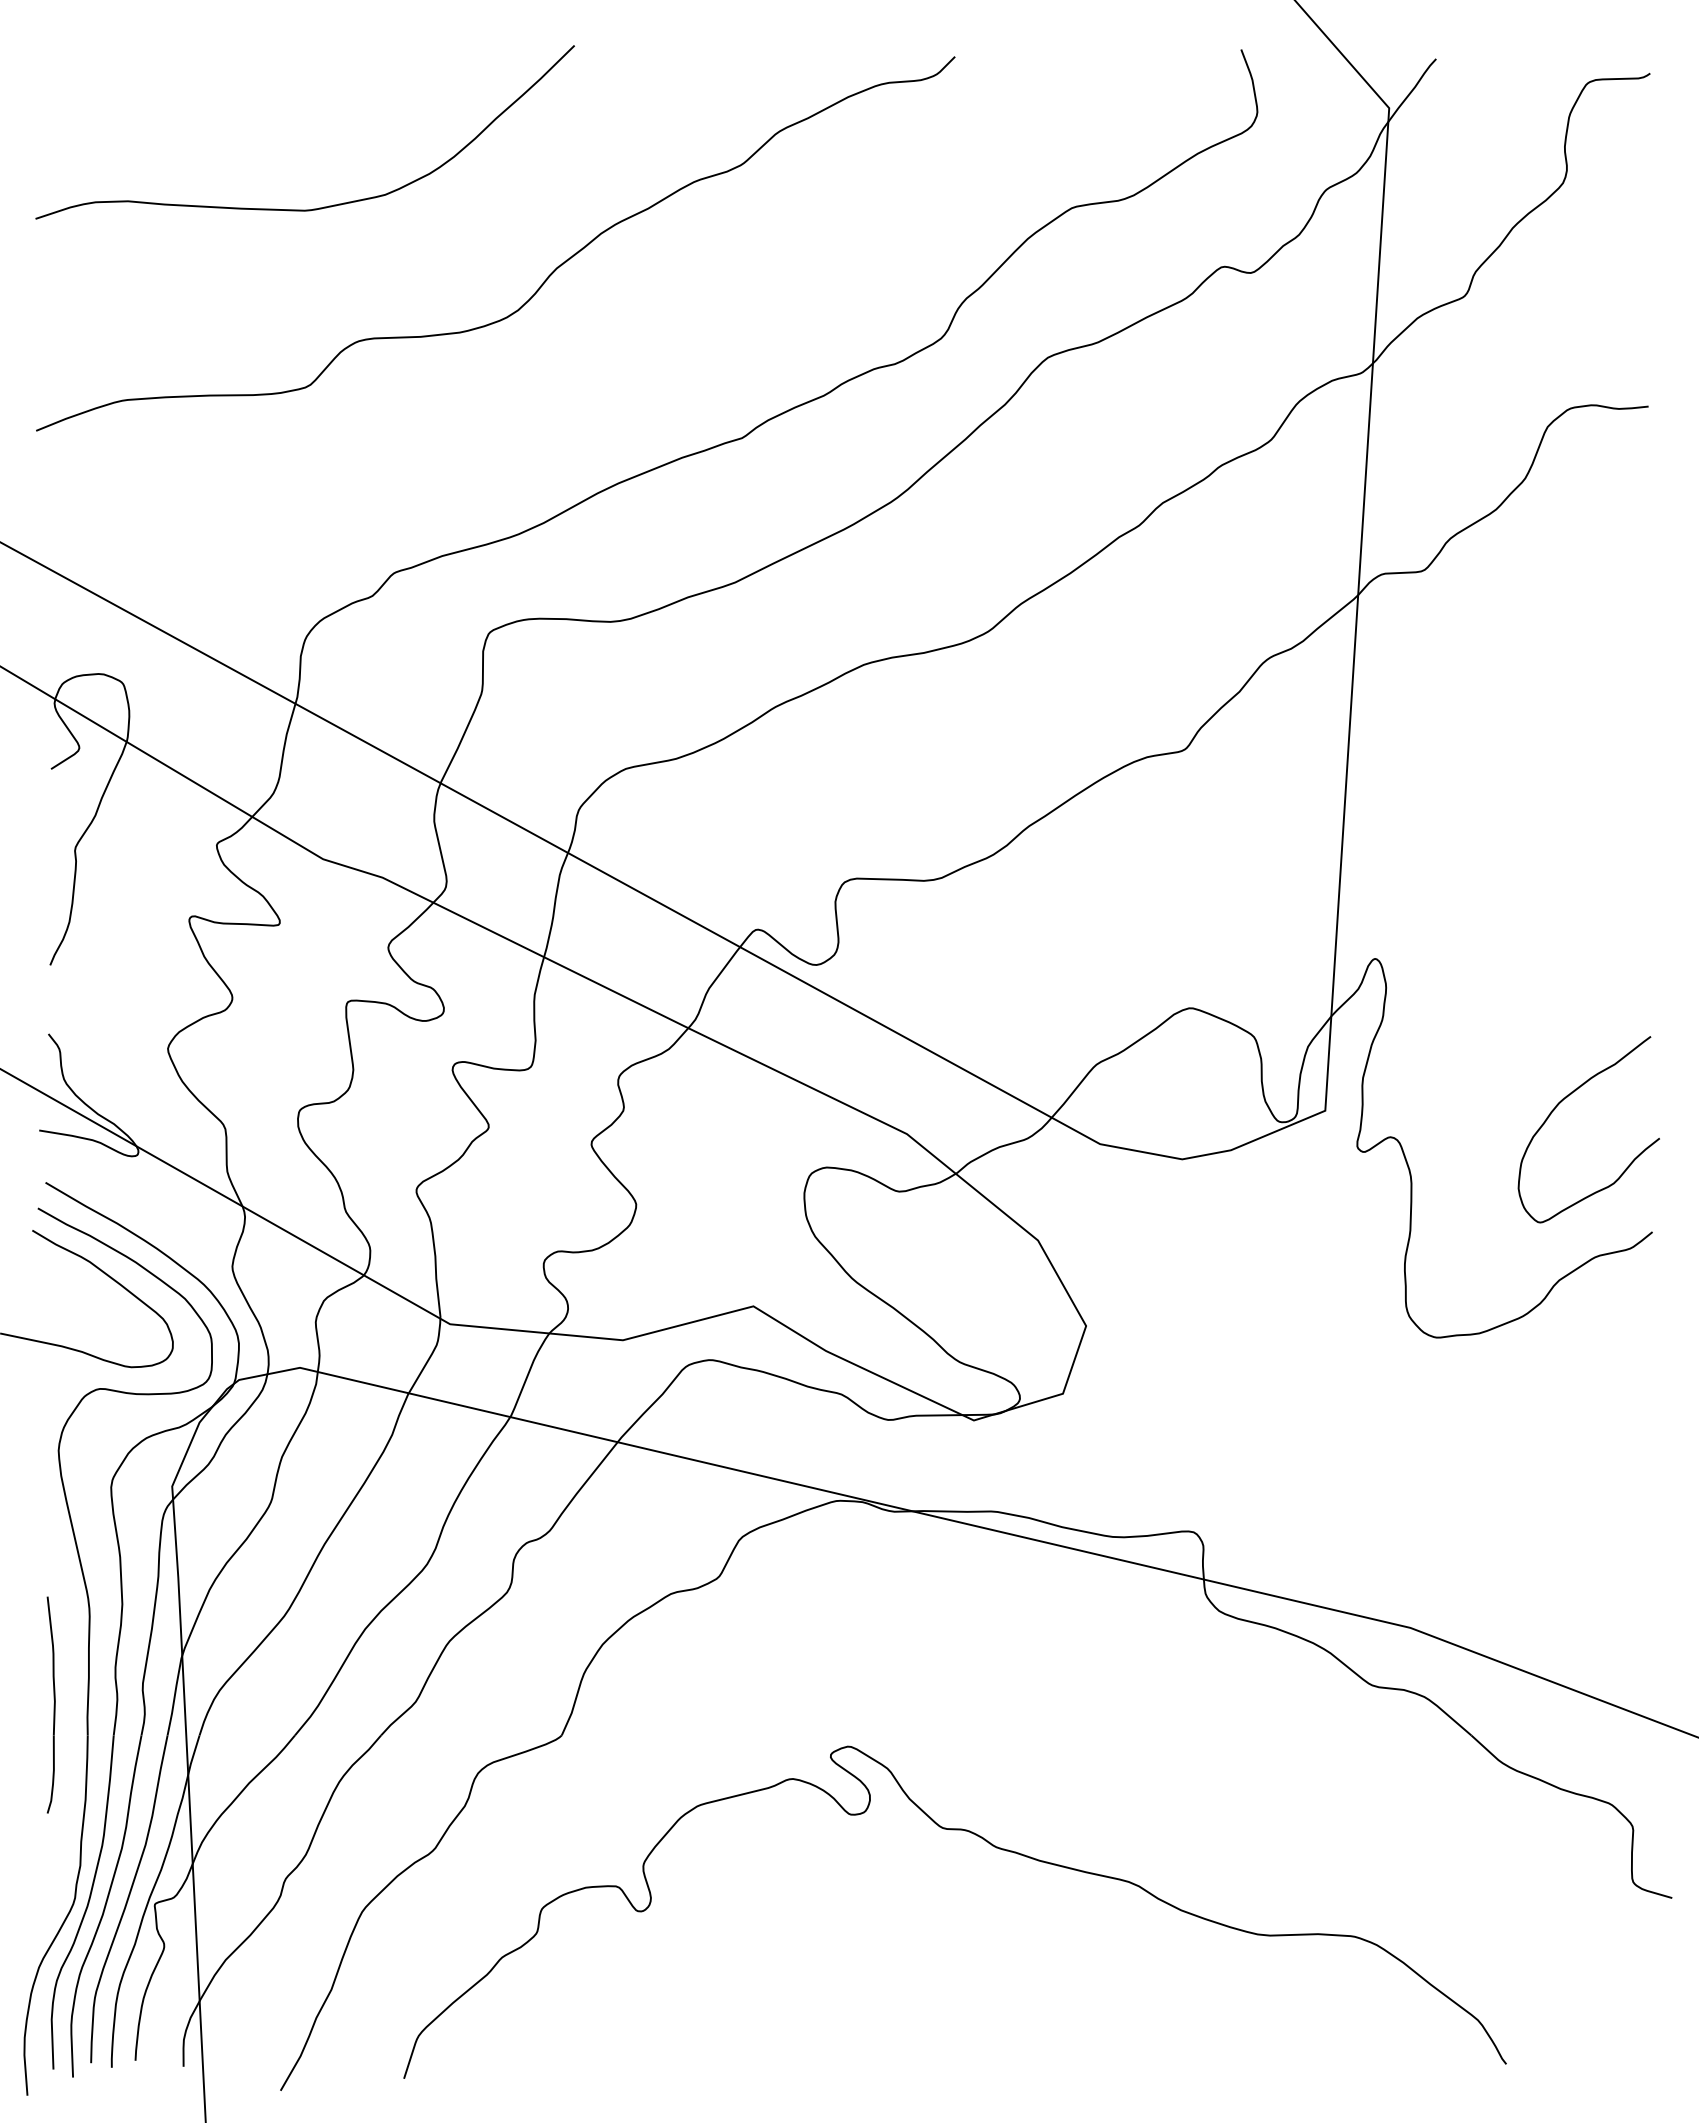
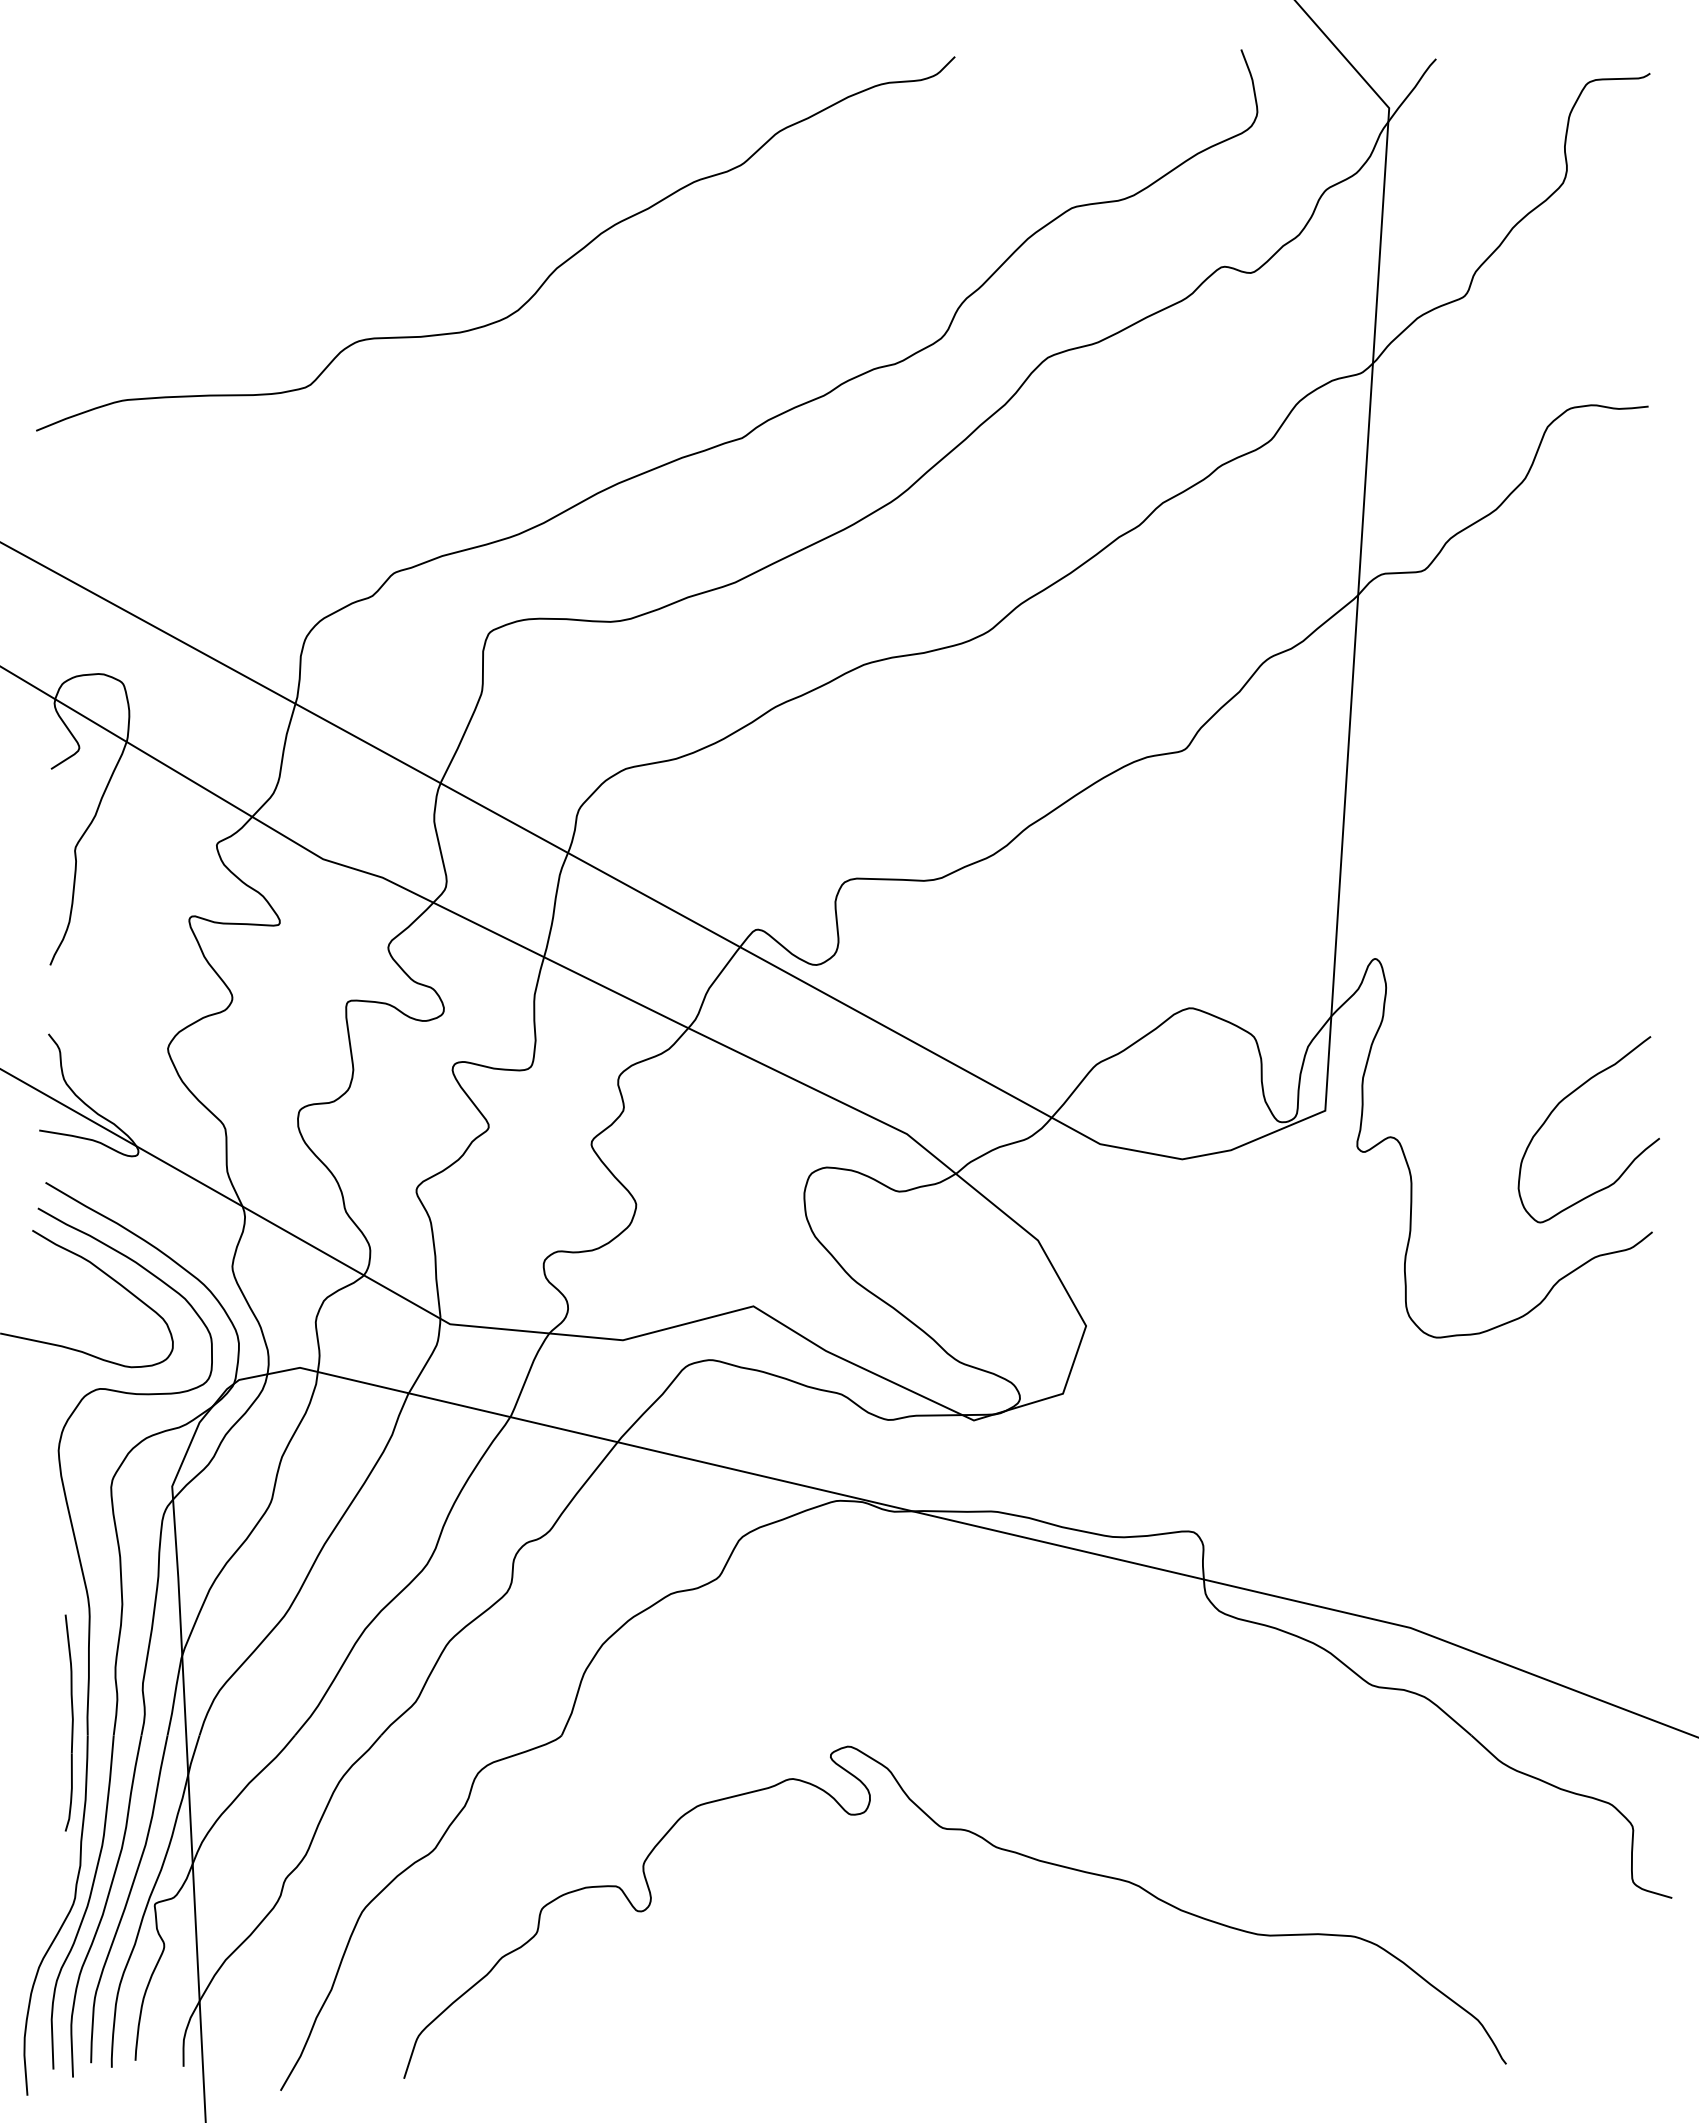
curve at (319, 207): present -> none
part at (50, 1704) position: (50, 1704) -> (68, 1722)
